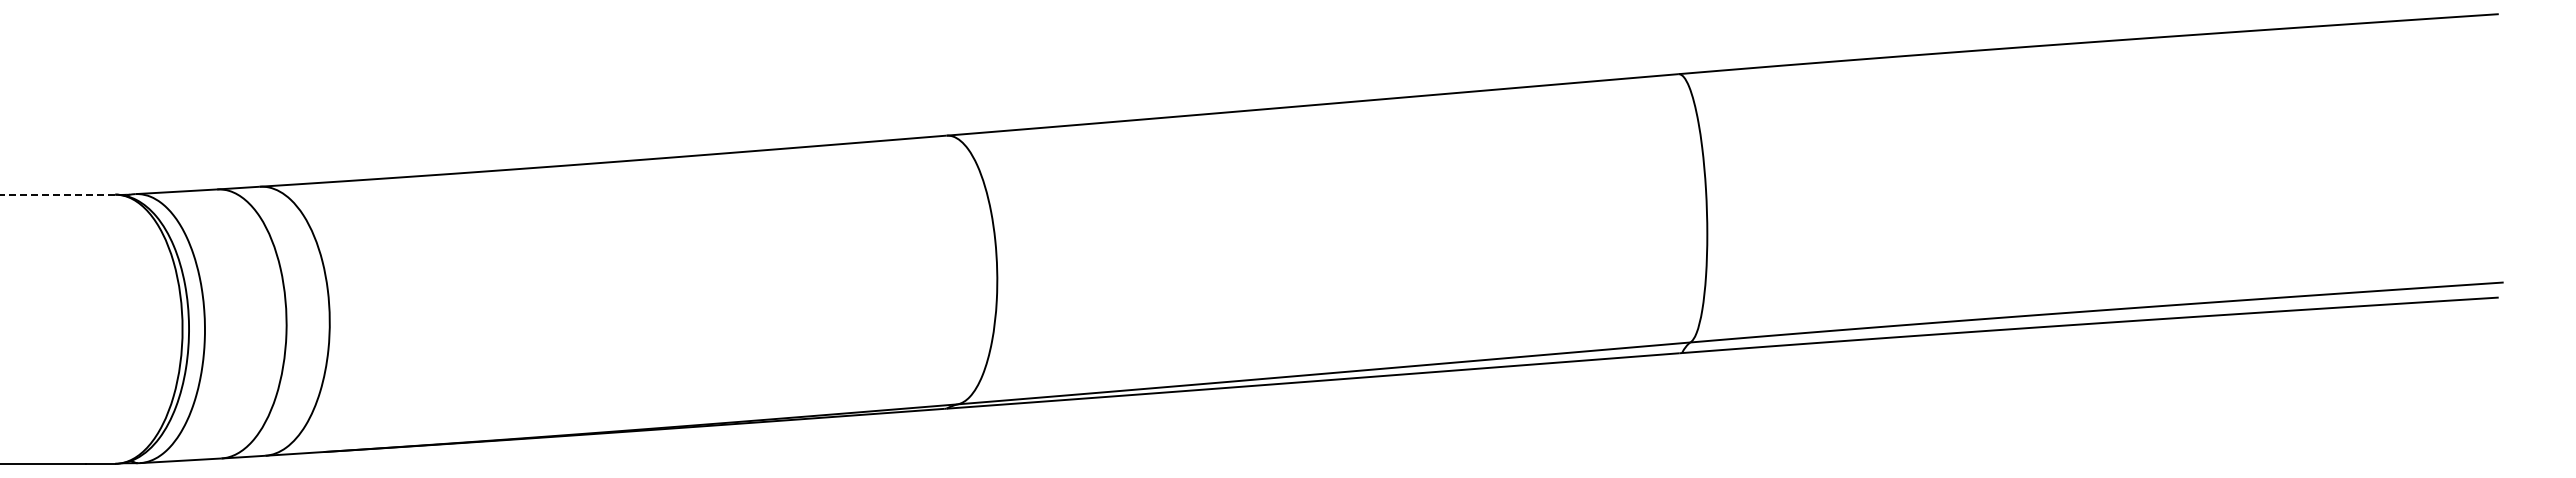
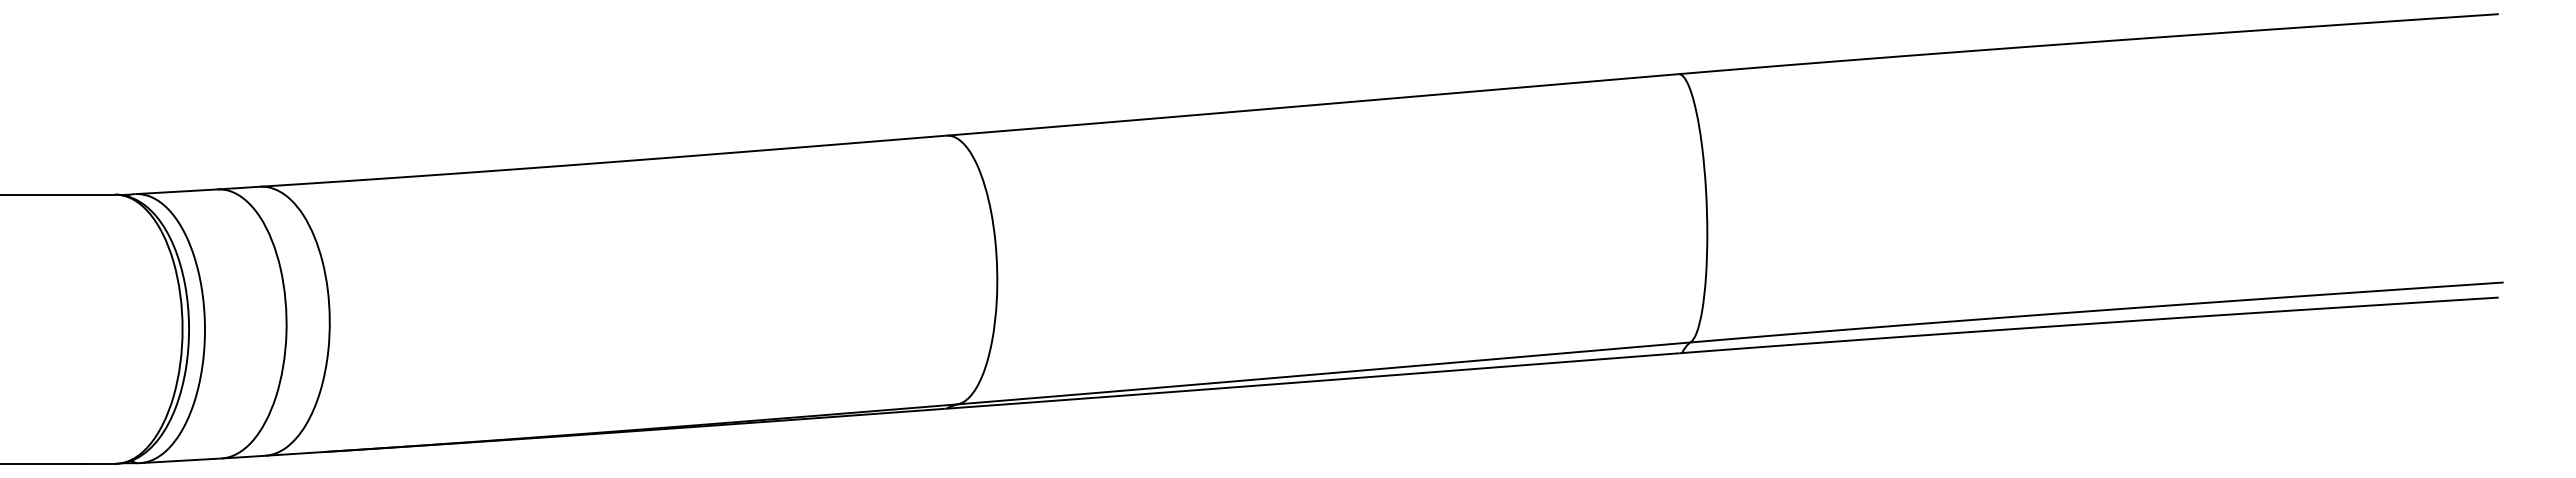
line at (57, 194): dashed -> solid
